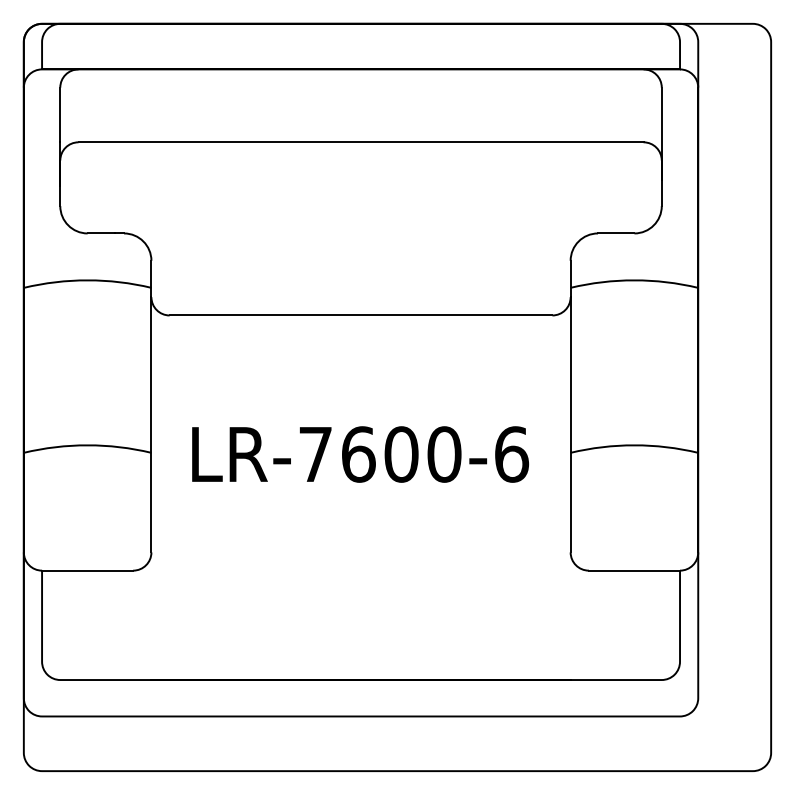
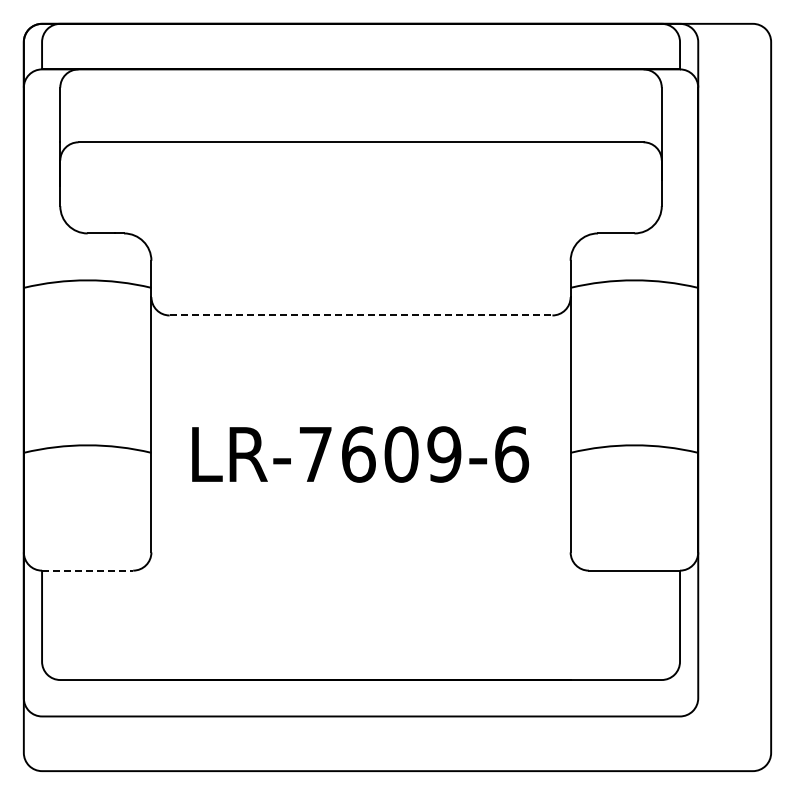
line at (361, 315): solid -> dashed
text at (444, 454): LR-7600-6 -> LR-7609-6
line at (87, 570): solid -> dashed
